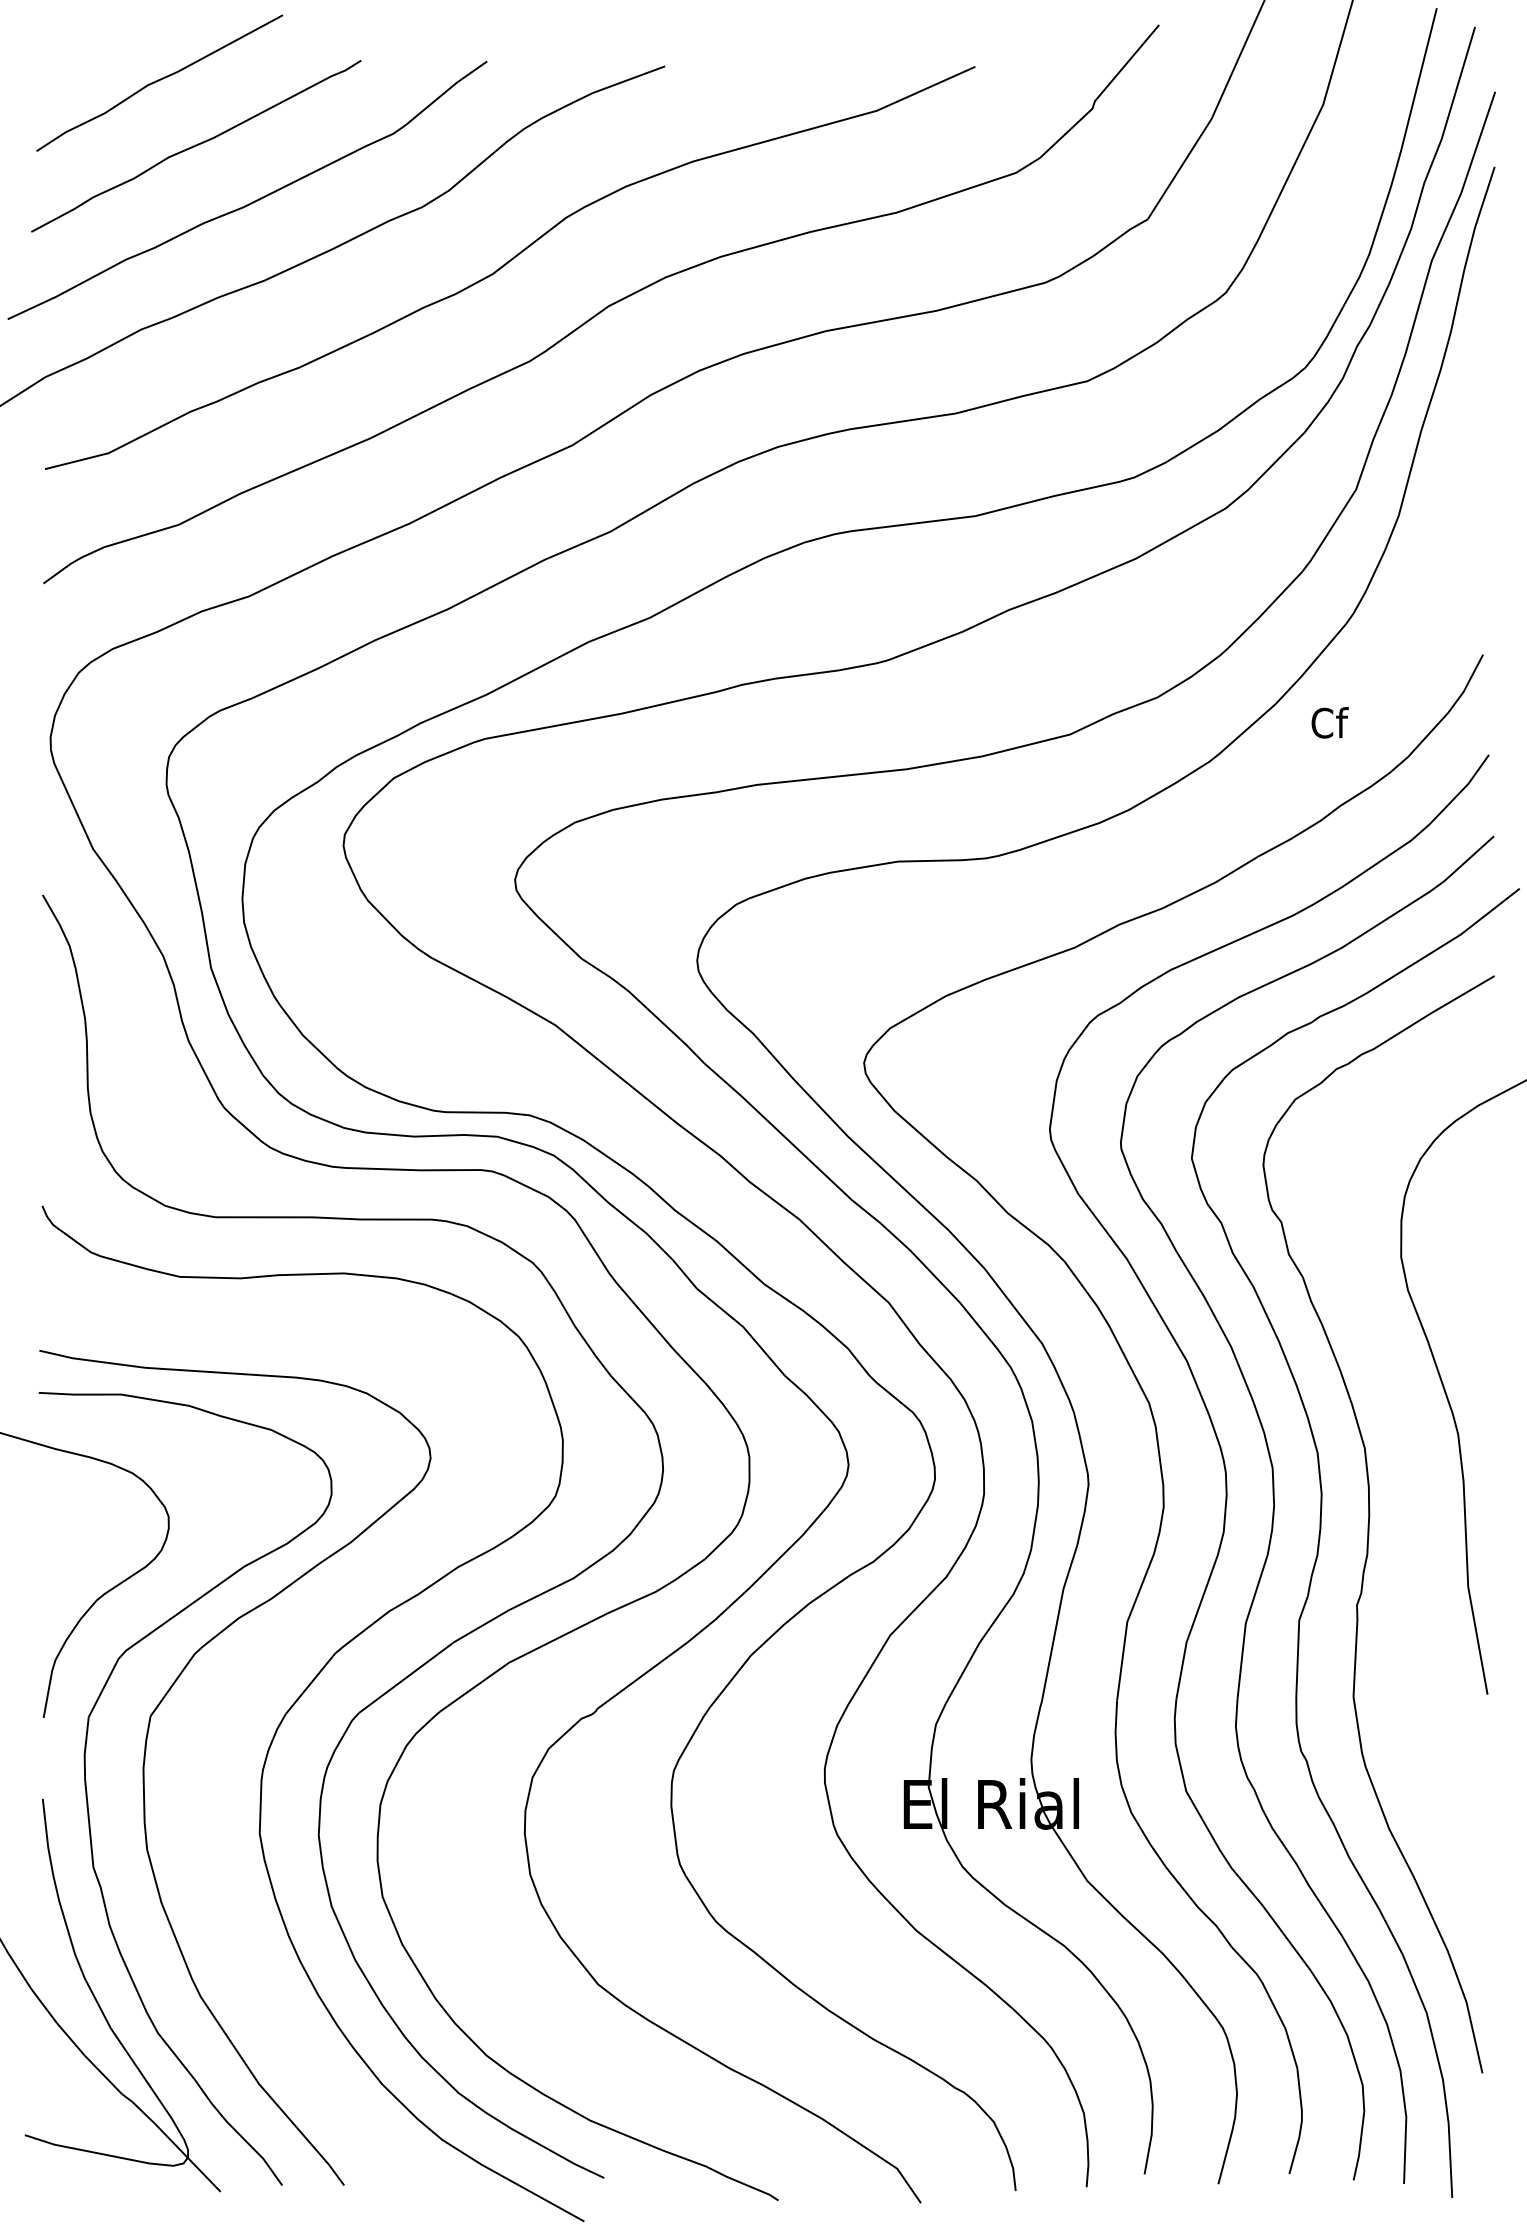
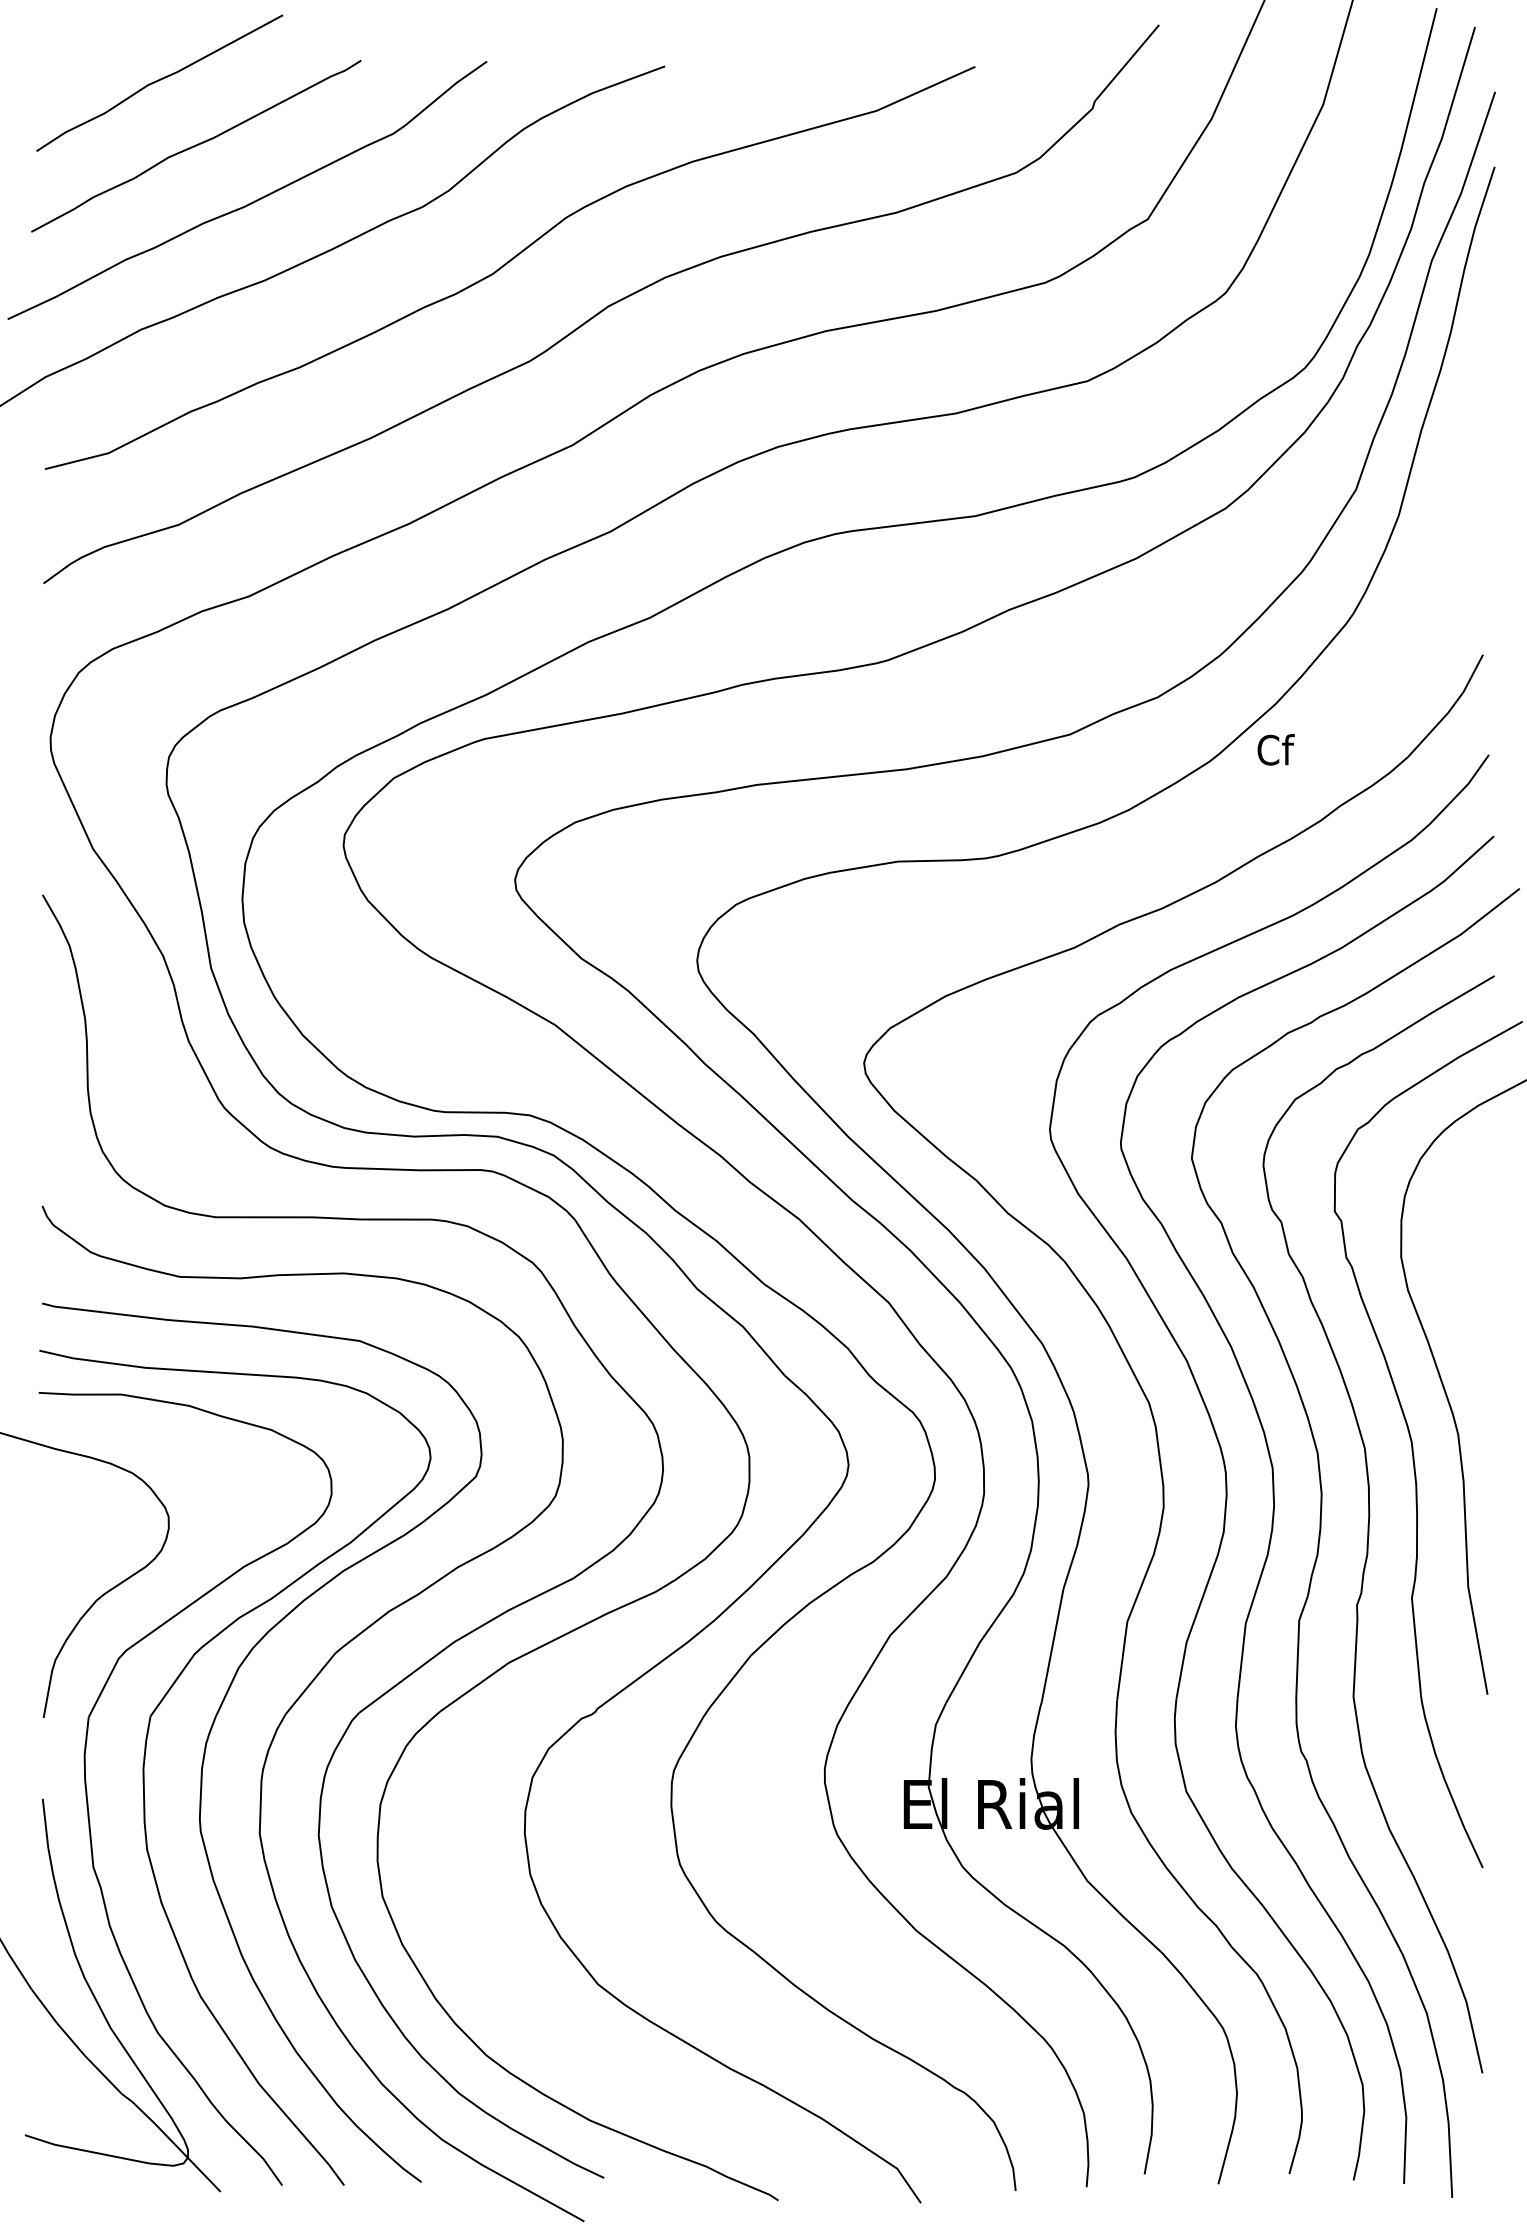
text at (1329, 722) position: (1329, 722) -> (1275, 749)
part at (1413, 1446): none -> present
part at (214, 1723): none -> present
